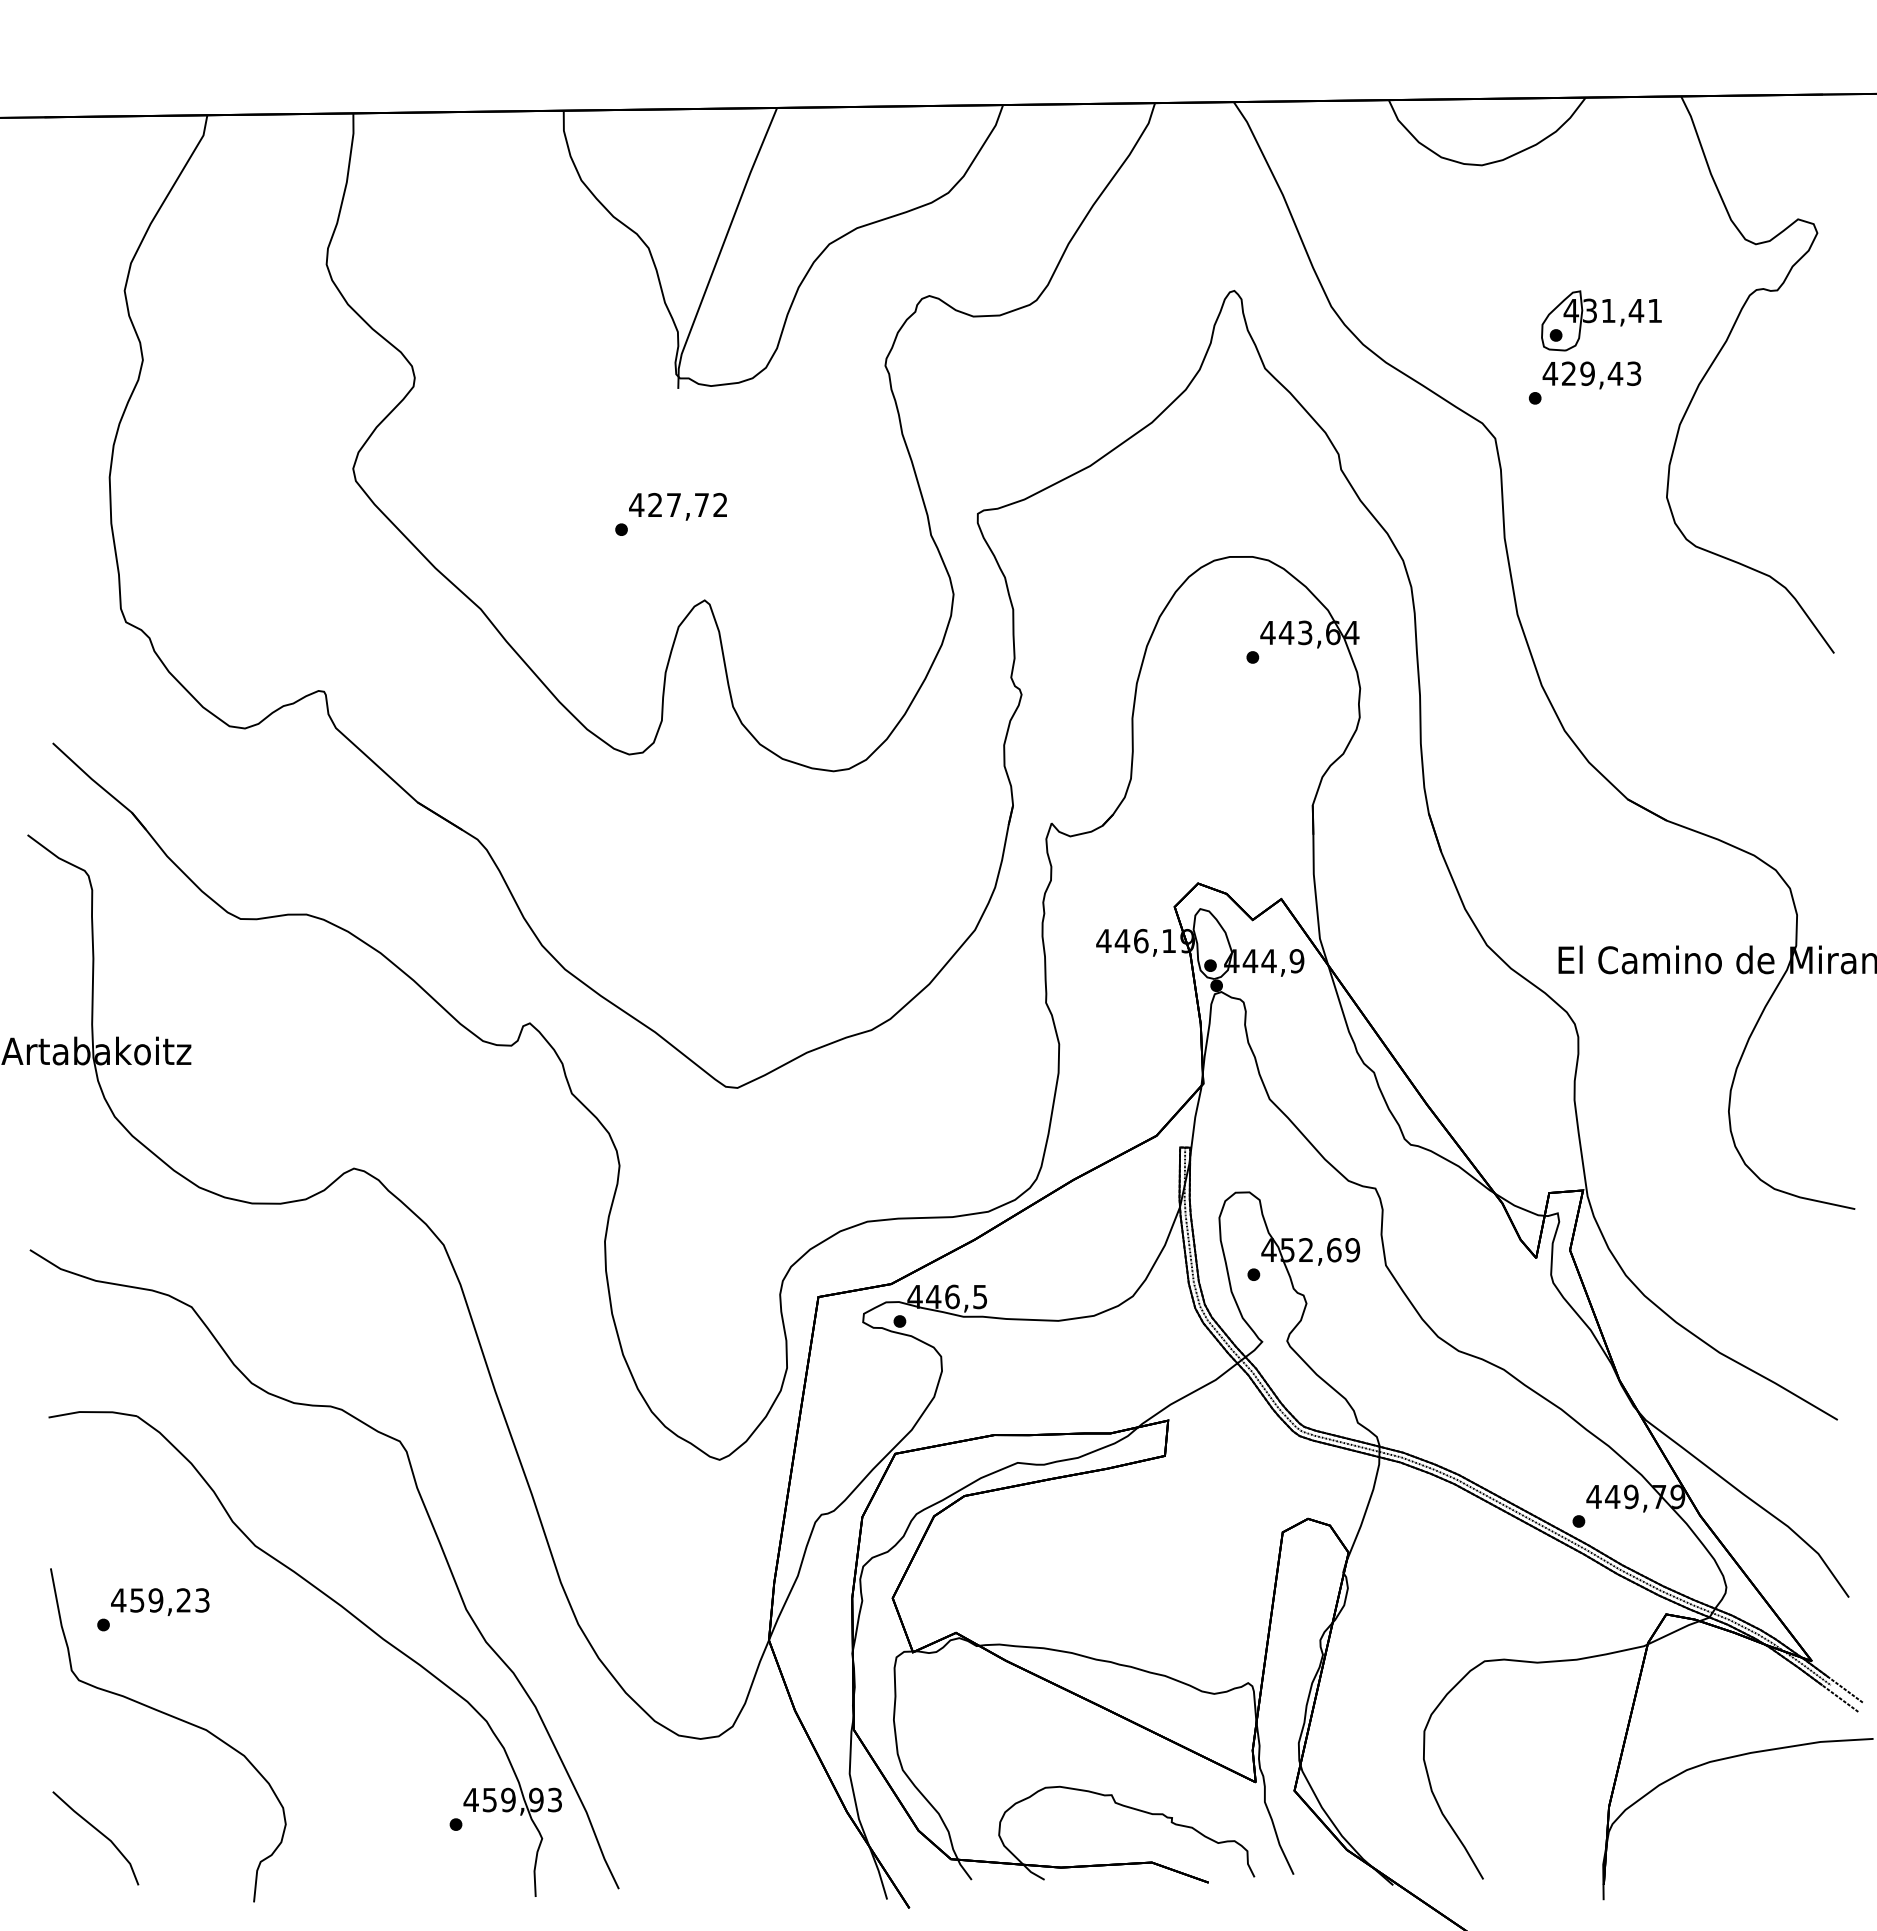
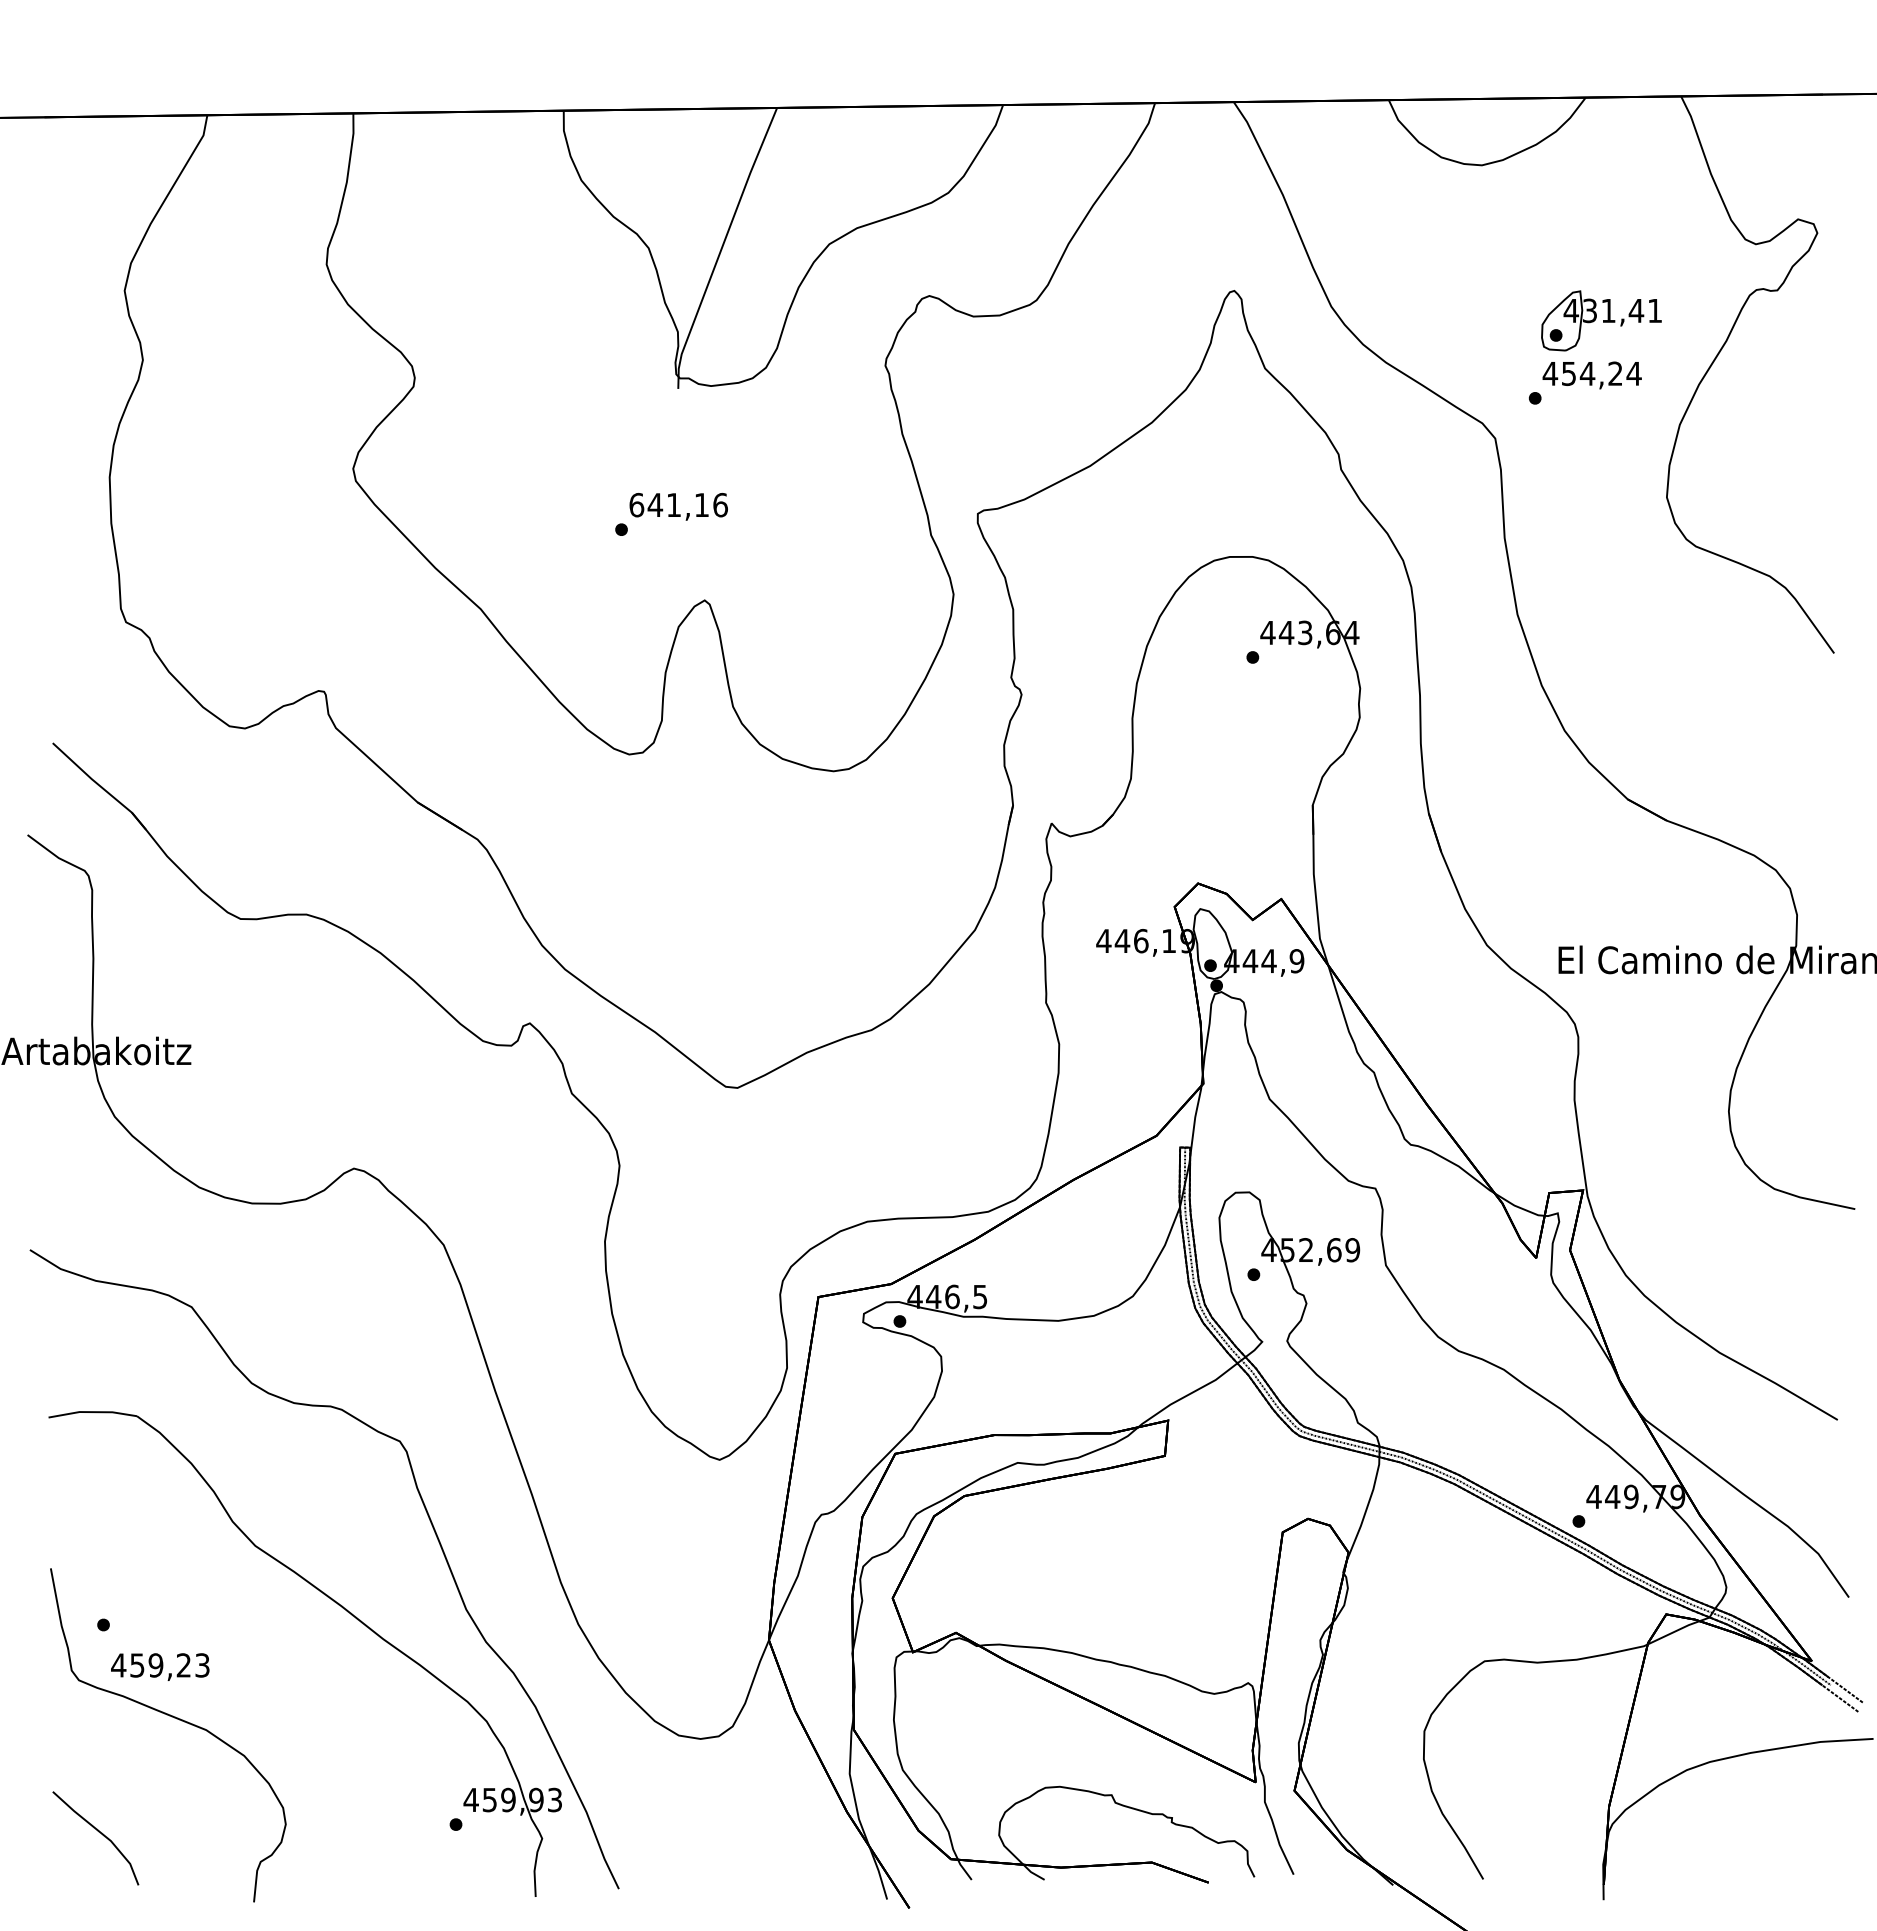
text at (1601, 373): 429,43 -> 454,24
text at (678, 504): 427,72 -> 641,16
text at (160, 1601) position: (160, 1601) -> (160, 1666)
